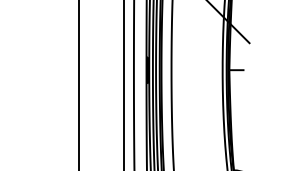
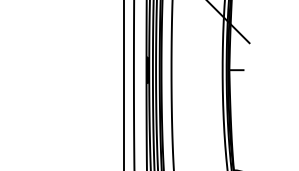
line at (79, 84): present -> none
